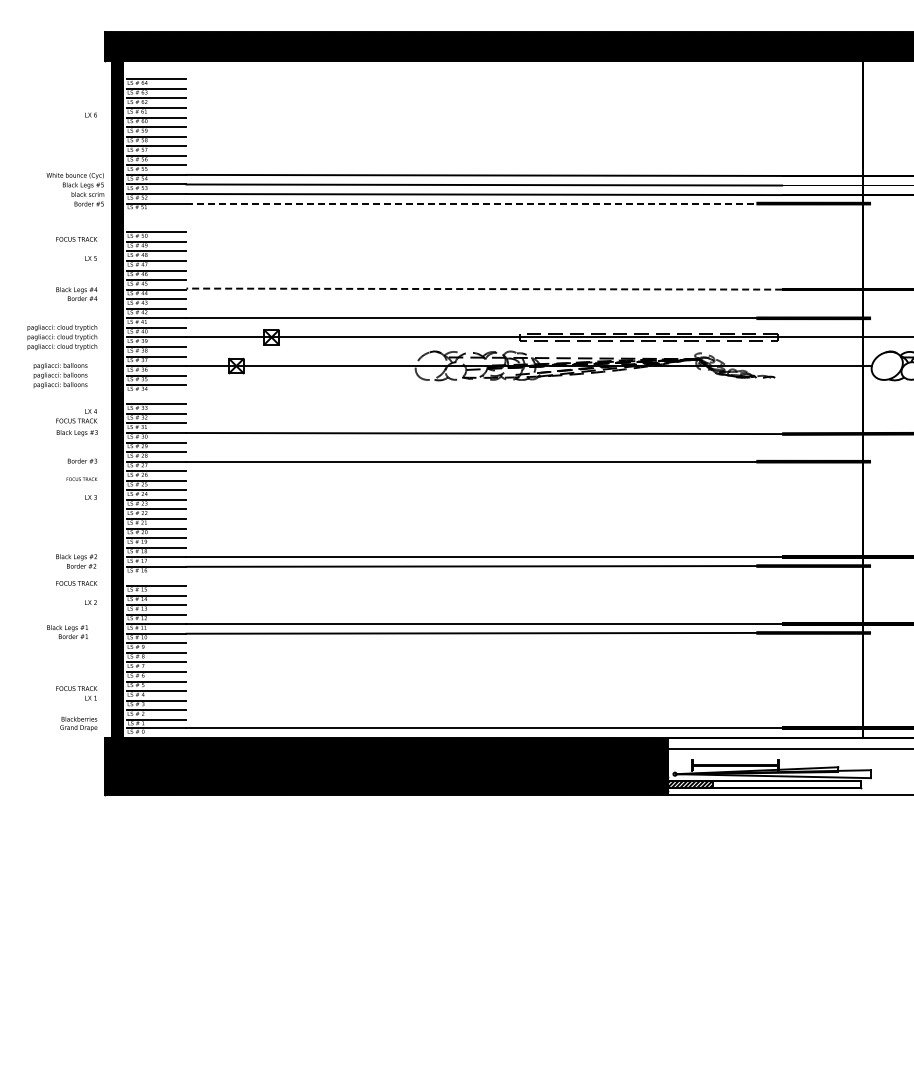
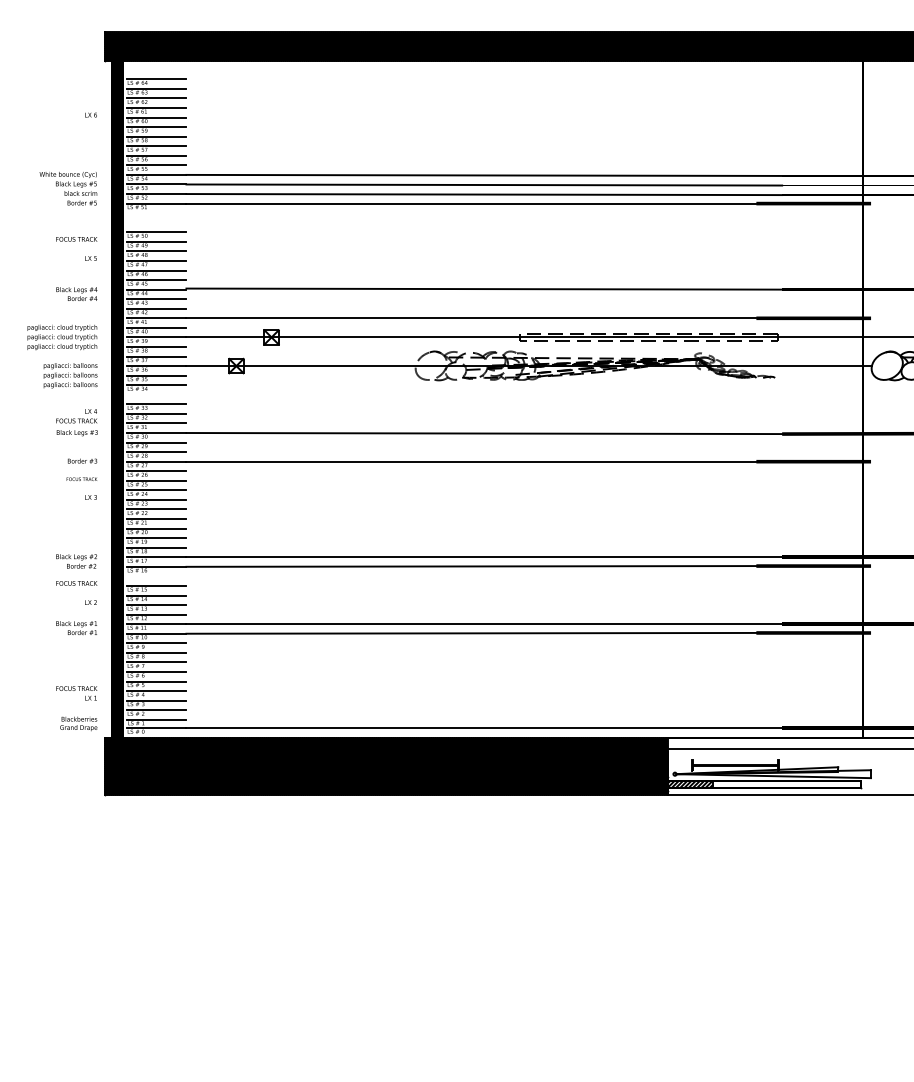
text at (75, 189) position: (75, 189) -> (68, 188)
line at (471, 203): dashed -> solid
line at (484, 289): dashed -> solid
text at (60, 375) position: (60, 375) -> (70, 375)
text at (67, 632) position: (67, 632) -> (76, 628)
